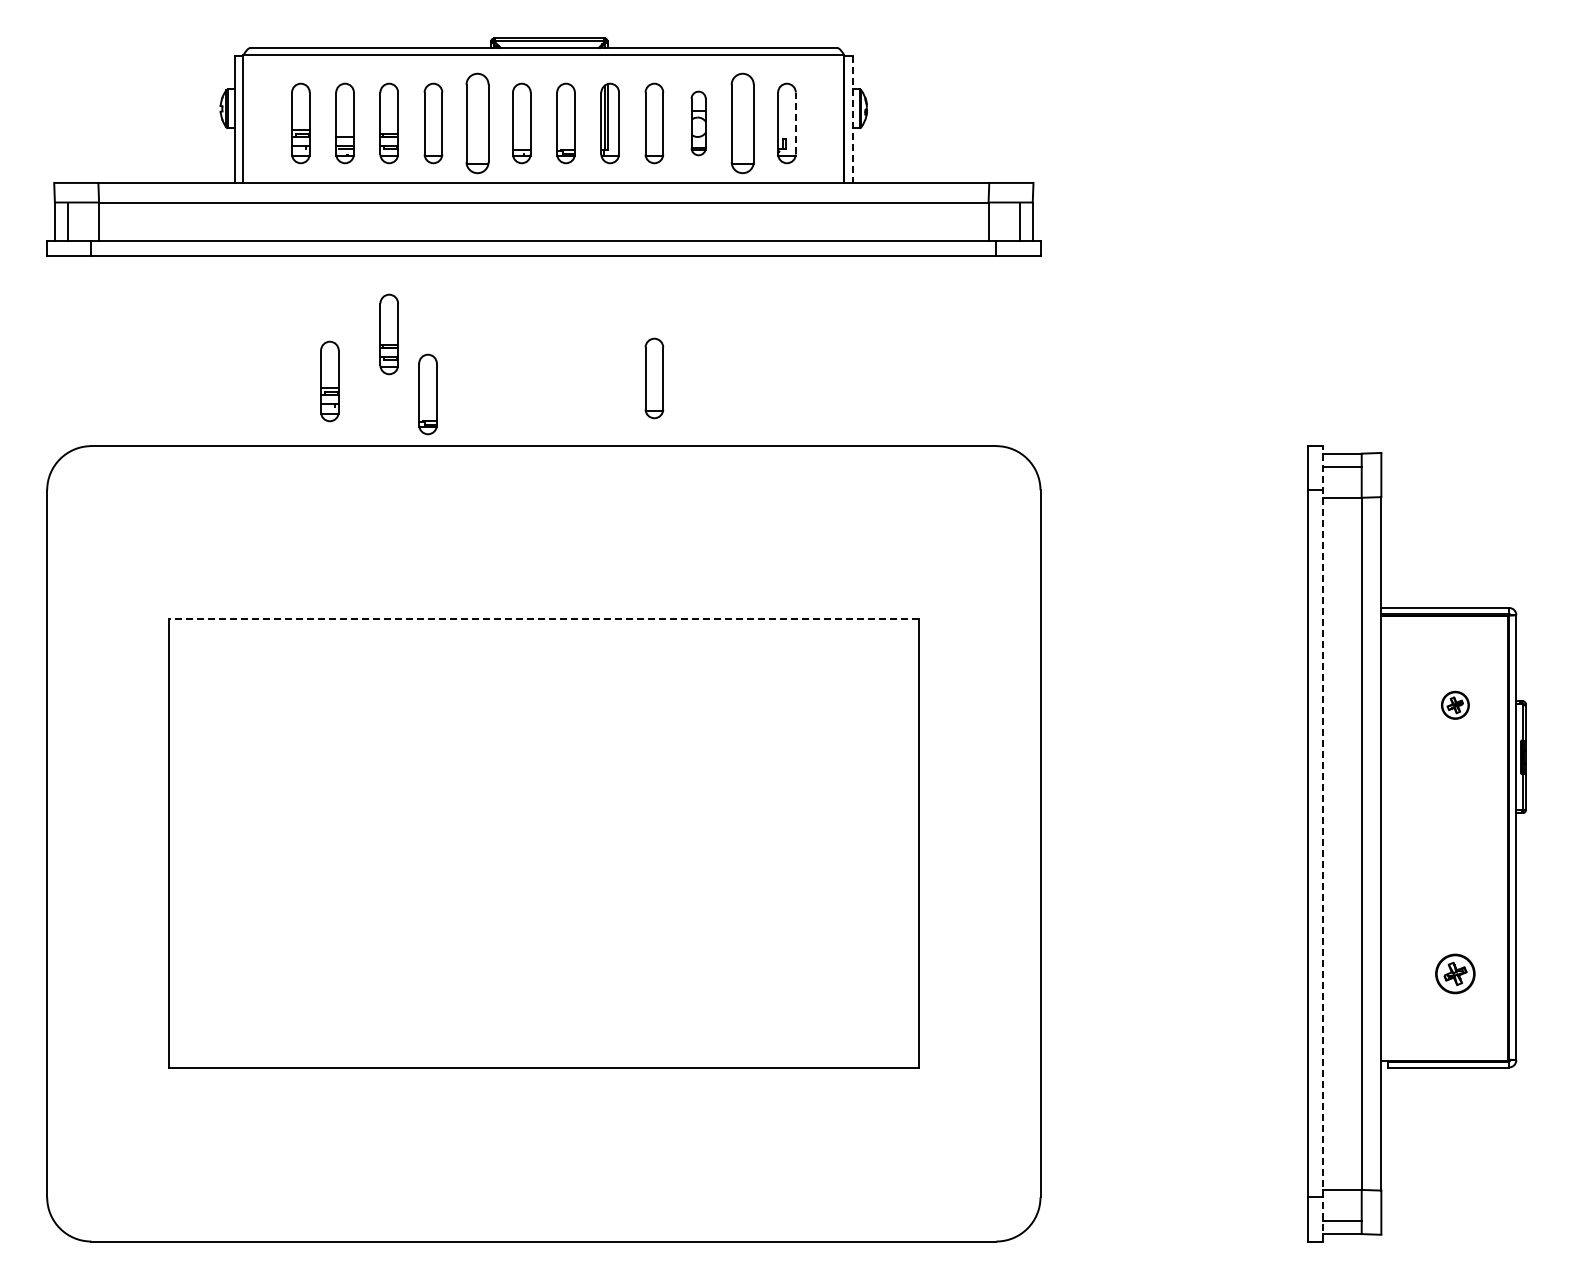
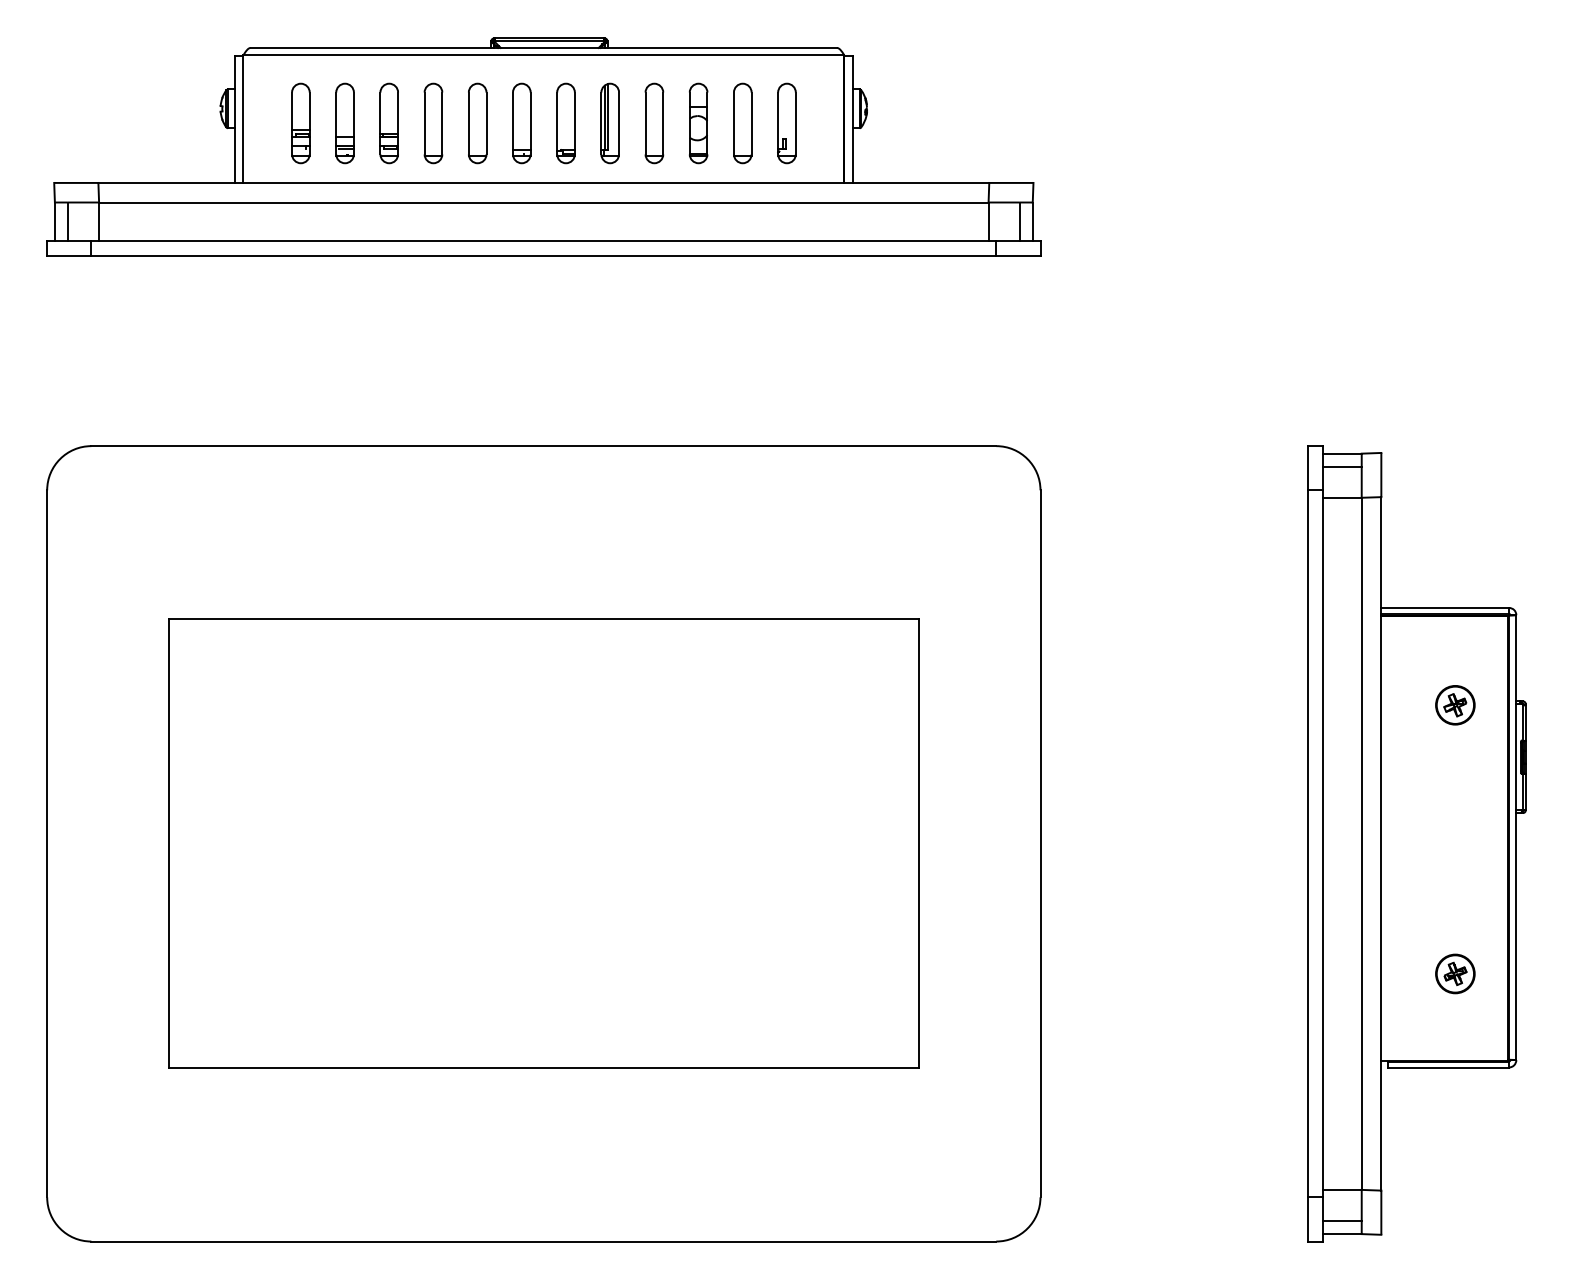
line at (853, 119): dashed -> solid
part at (742, 122) size: 25x102 px -> 20x83 px
part at (477, 123) size: 25x103 px -> 20x83 px
part at (698, 123) size: 17x67 px -> 20x83 px
line at (795, 123): dashed -> solid
part at (388, 334): present -> none
part at (654, 378): present -> none
part at (329, 381): present -> none
part at (427, 394): present -> none
line at (543, 619): dashed -> solid
part at (1455, 704) size: 29x30 px -> 41x41 px
line at (1323, 843): dashed -> solid
